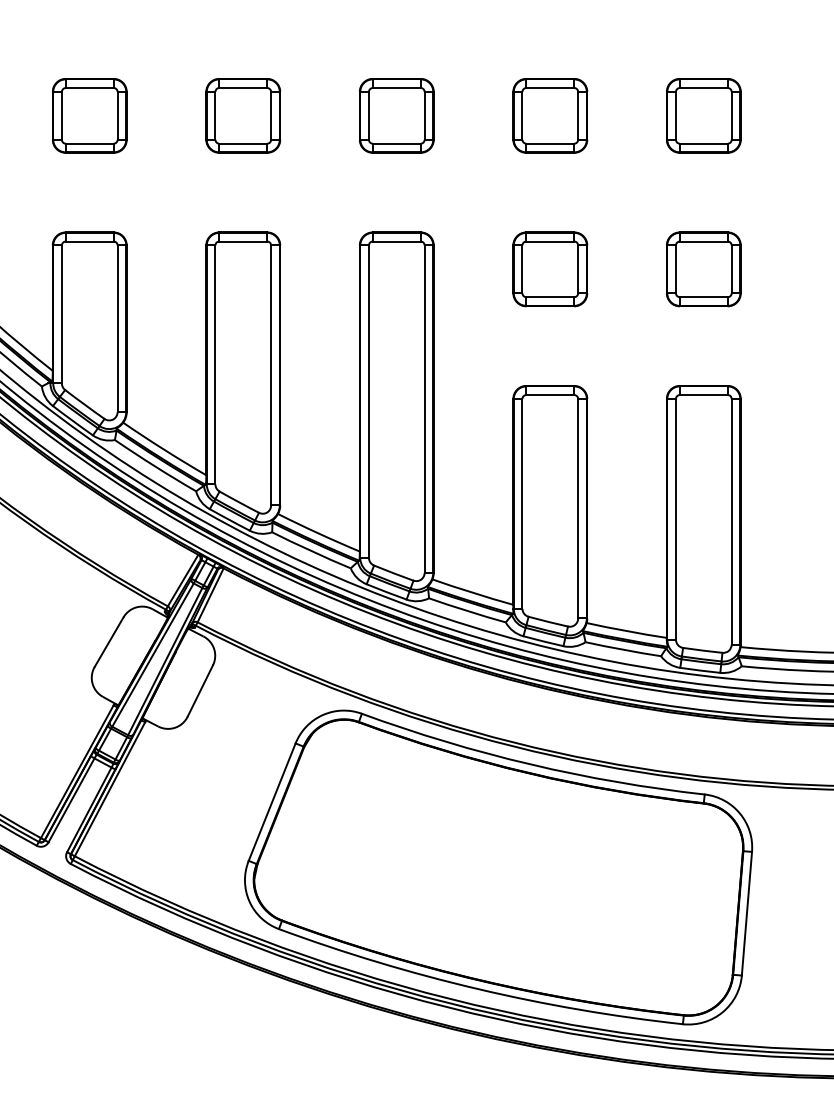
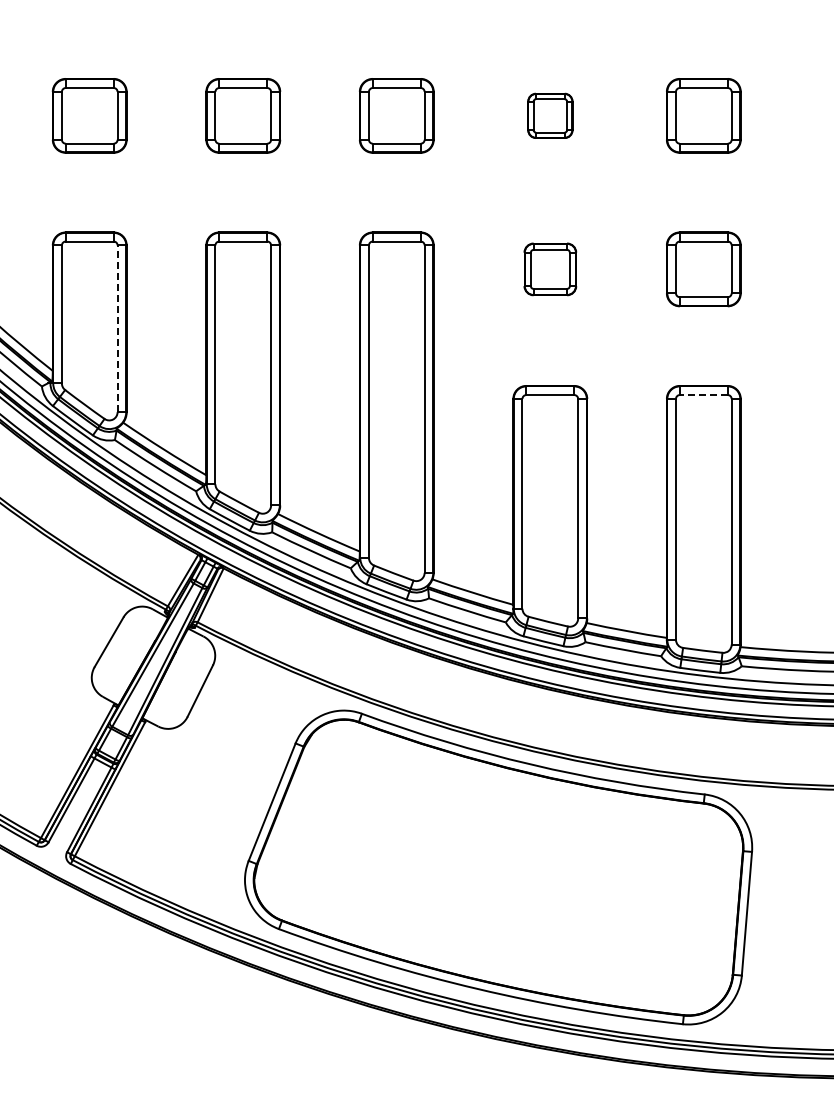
part at (550, 115) size: 77x76 px -> 47x47 px
part at (550, 269) size: 77x77 px -> 55x55 px
line at (117, 328): solid -> dashed
line at (703, 395): solid -> dashed
